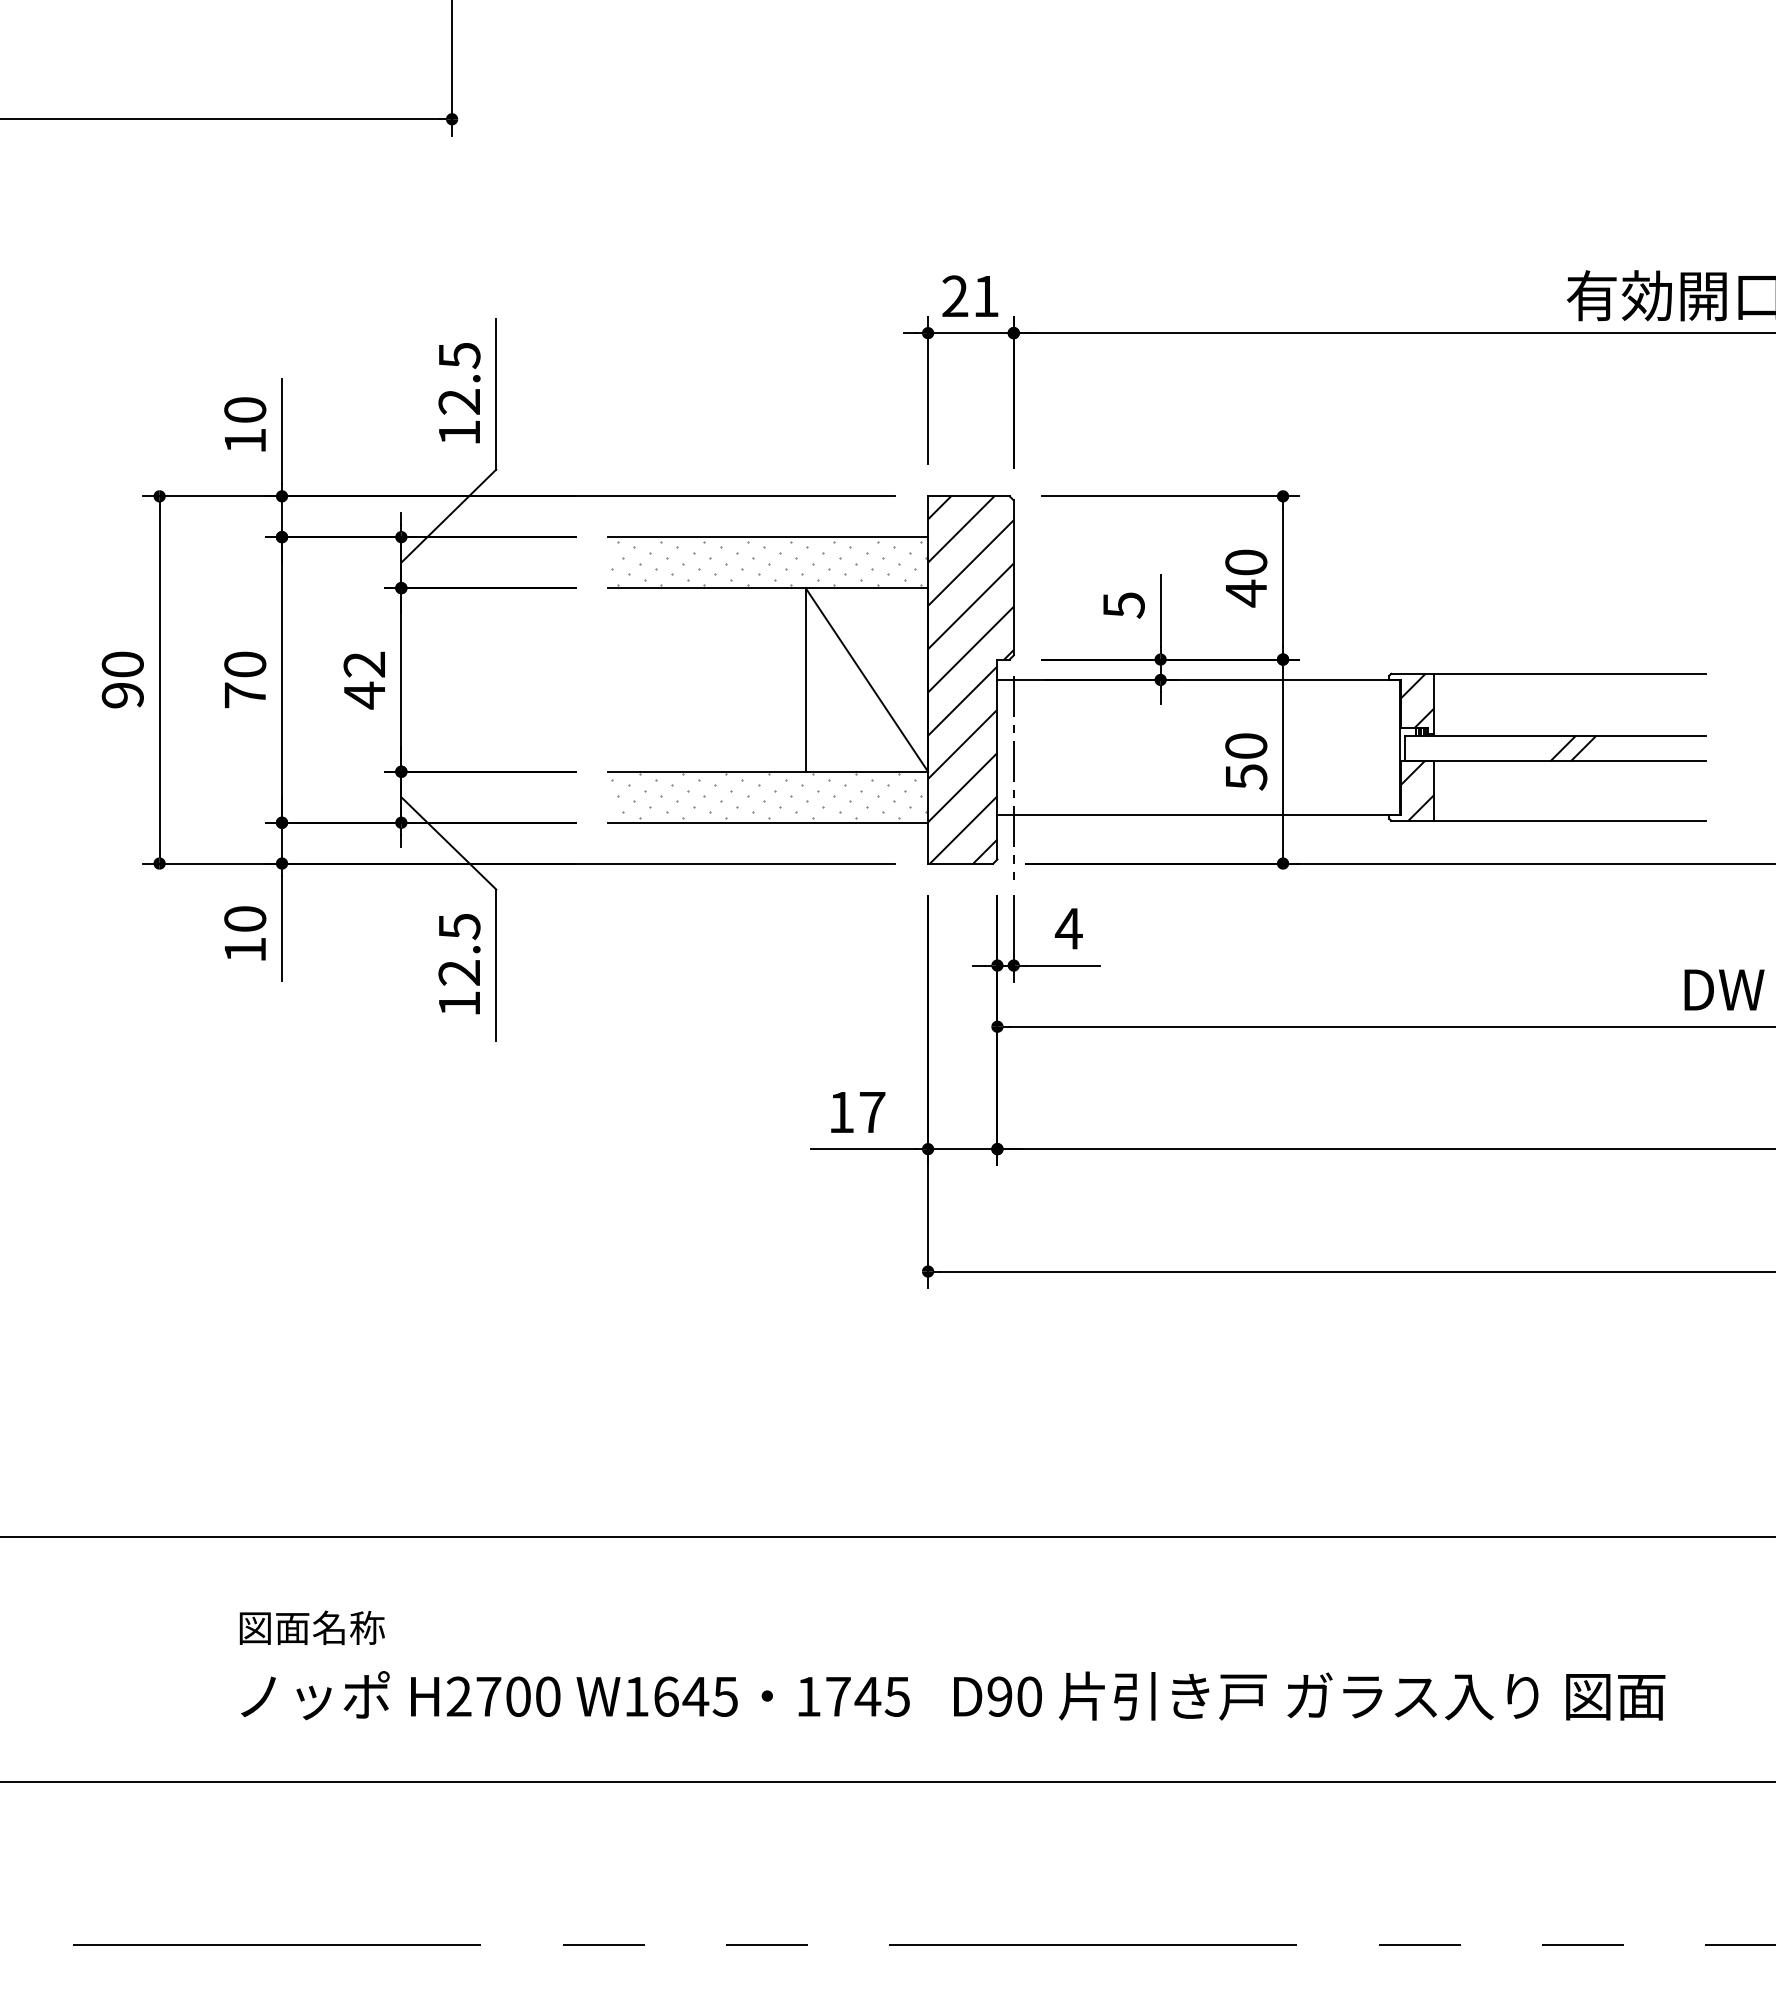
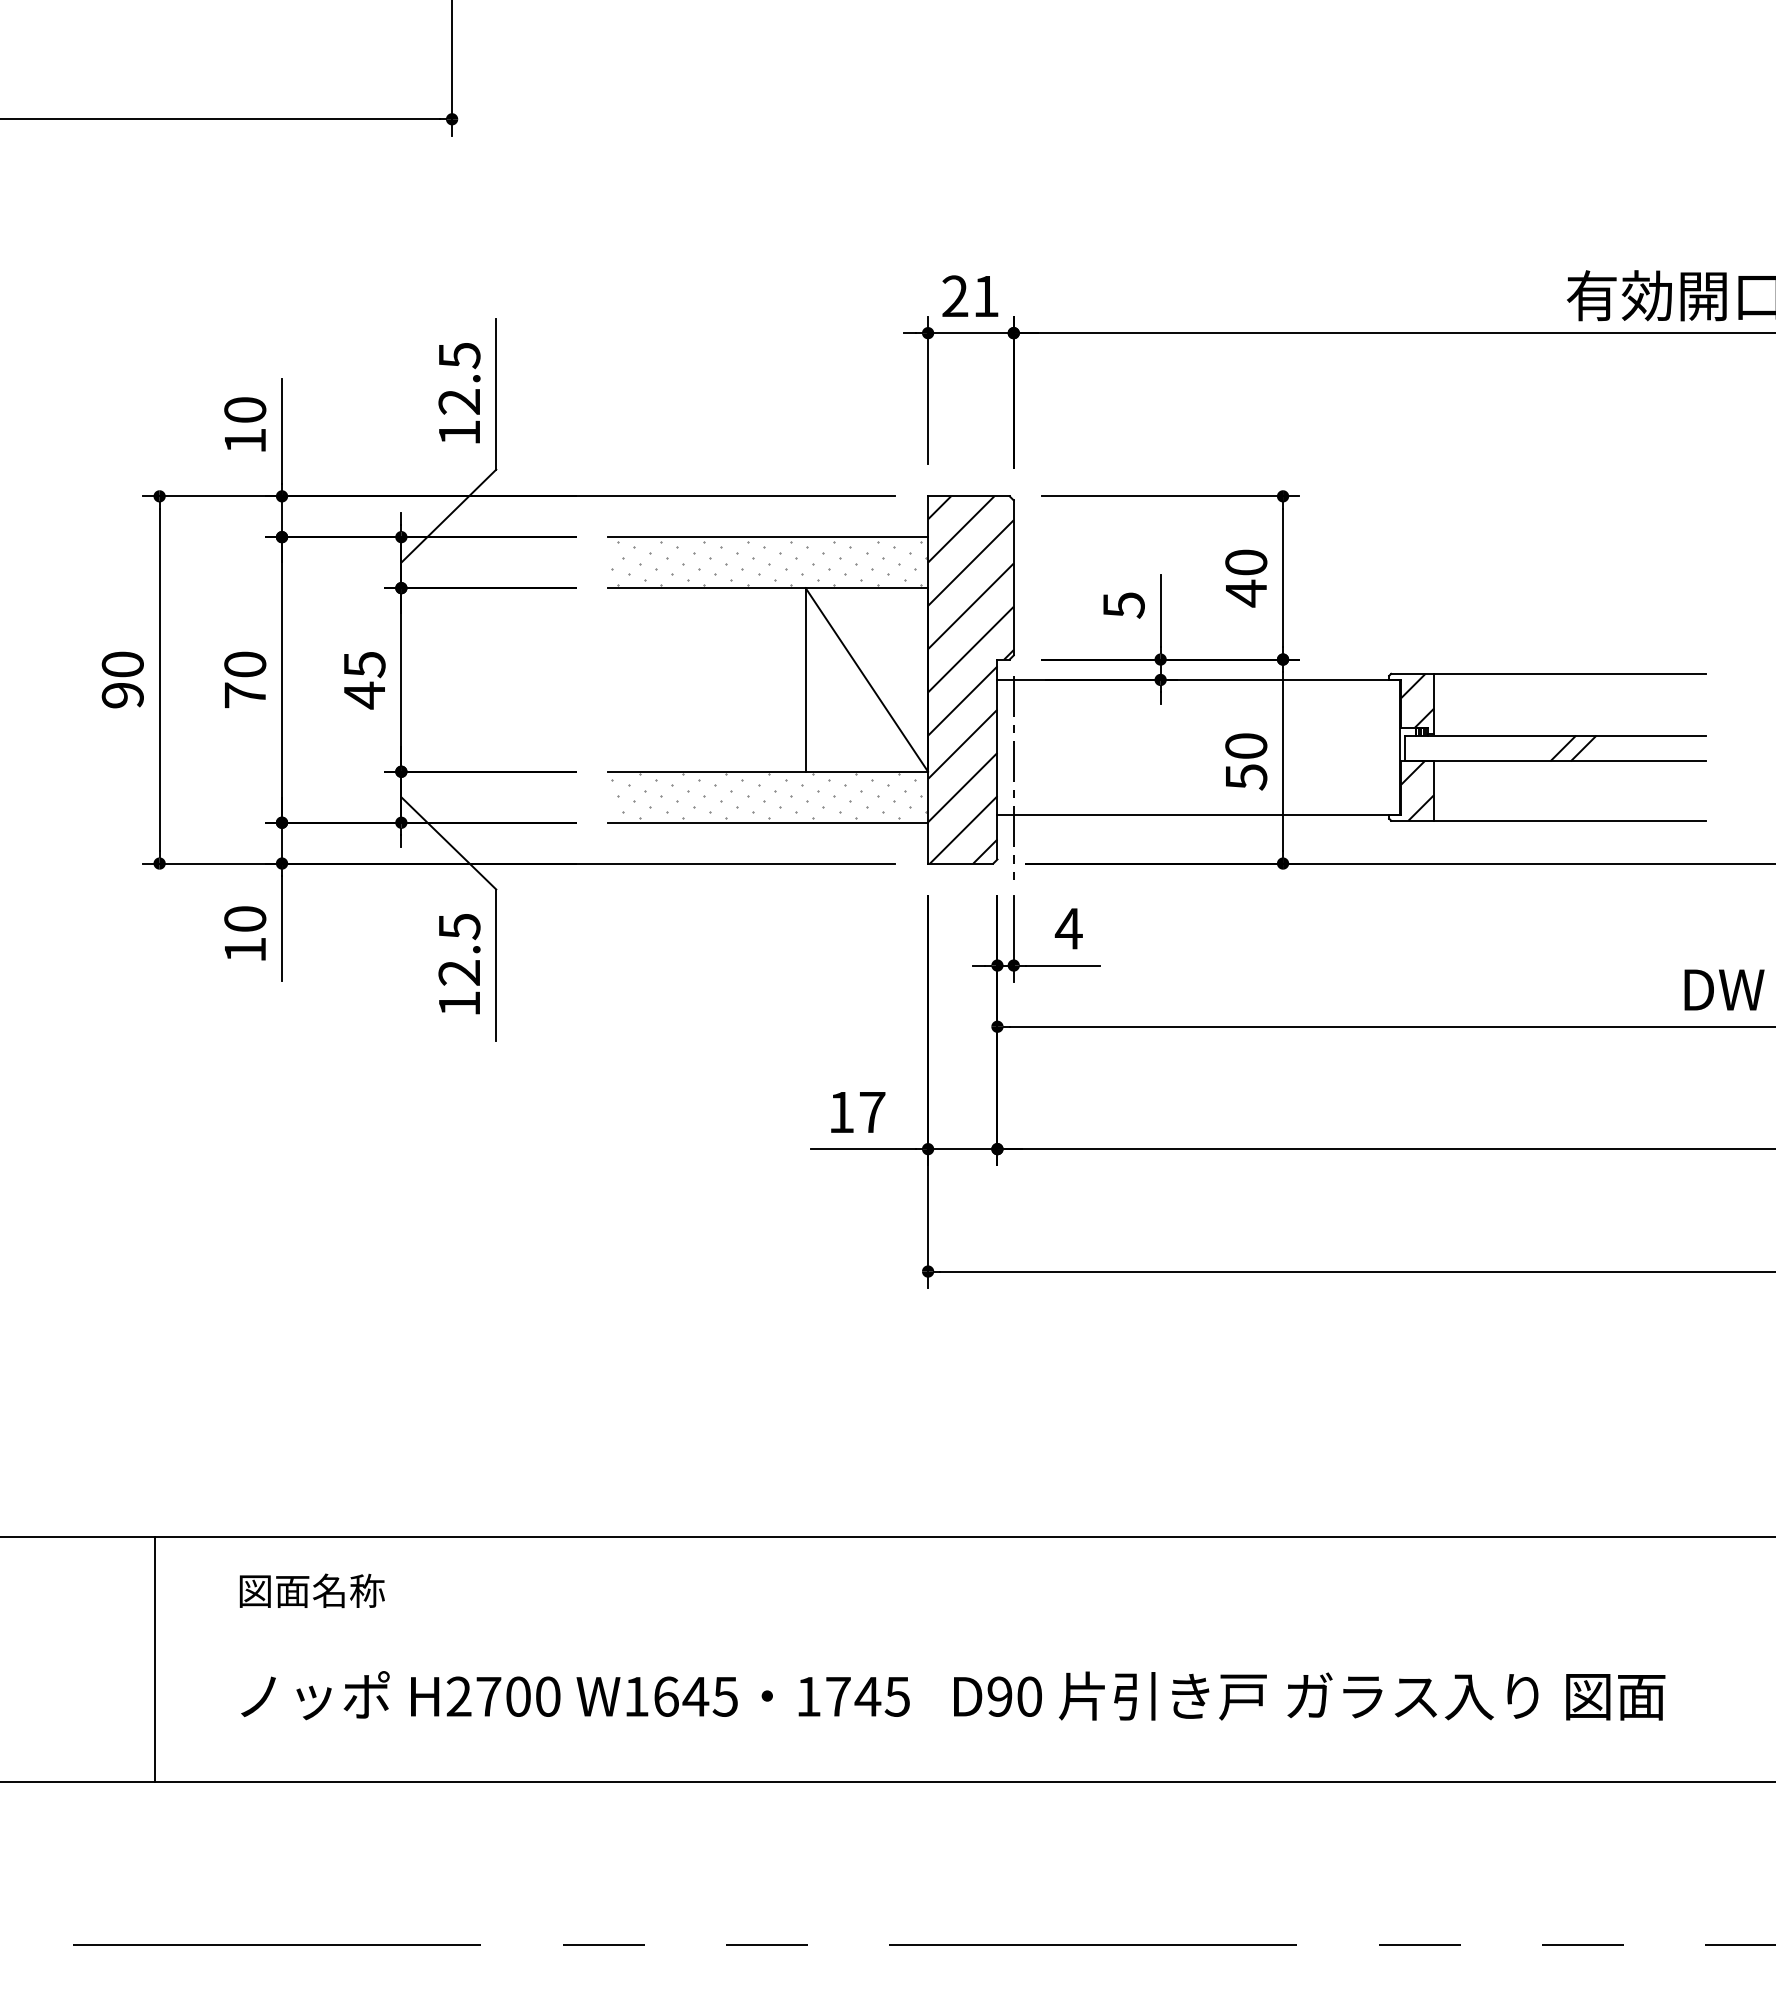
text at (364, 664): 42 -> 45
text at (311, 1627) position: (311, 1627) -> (311, 1590)
line at (154, 1658): none -> present
